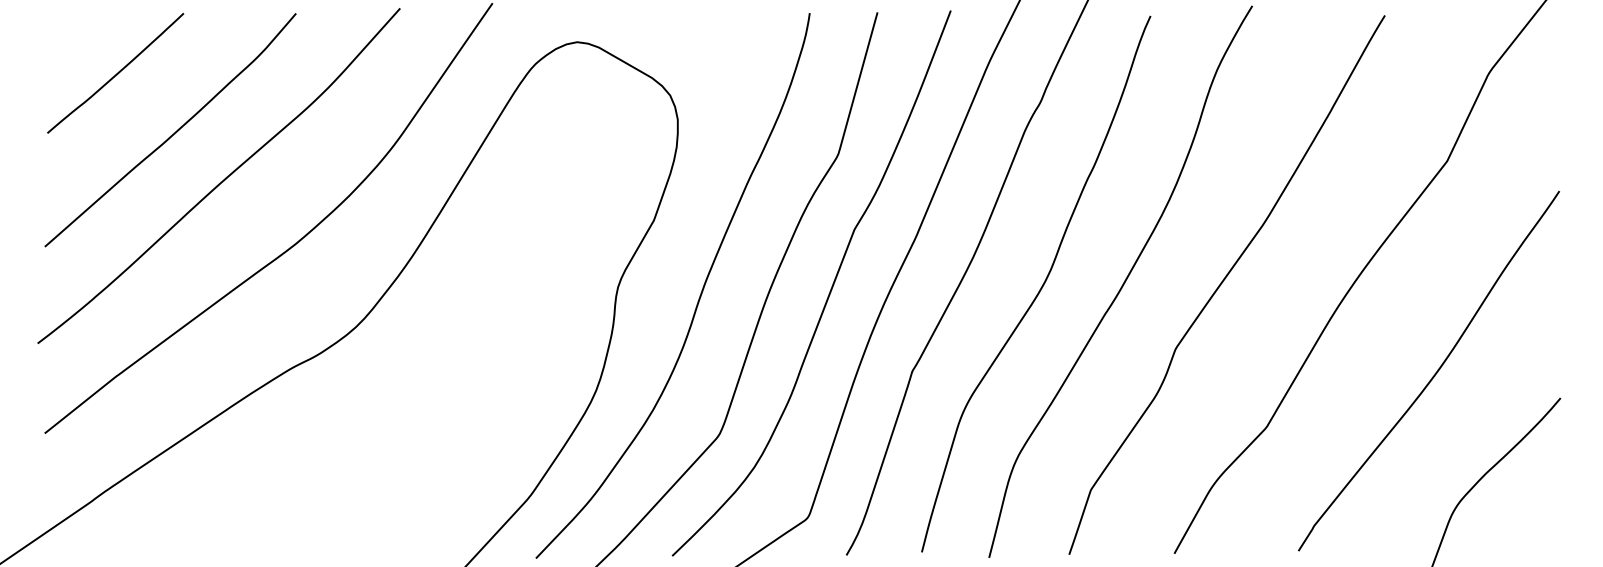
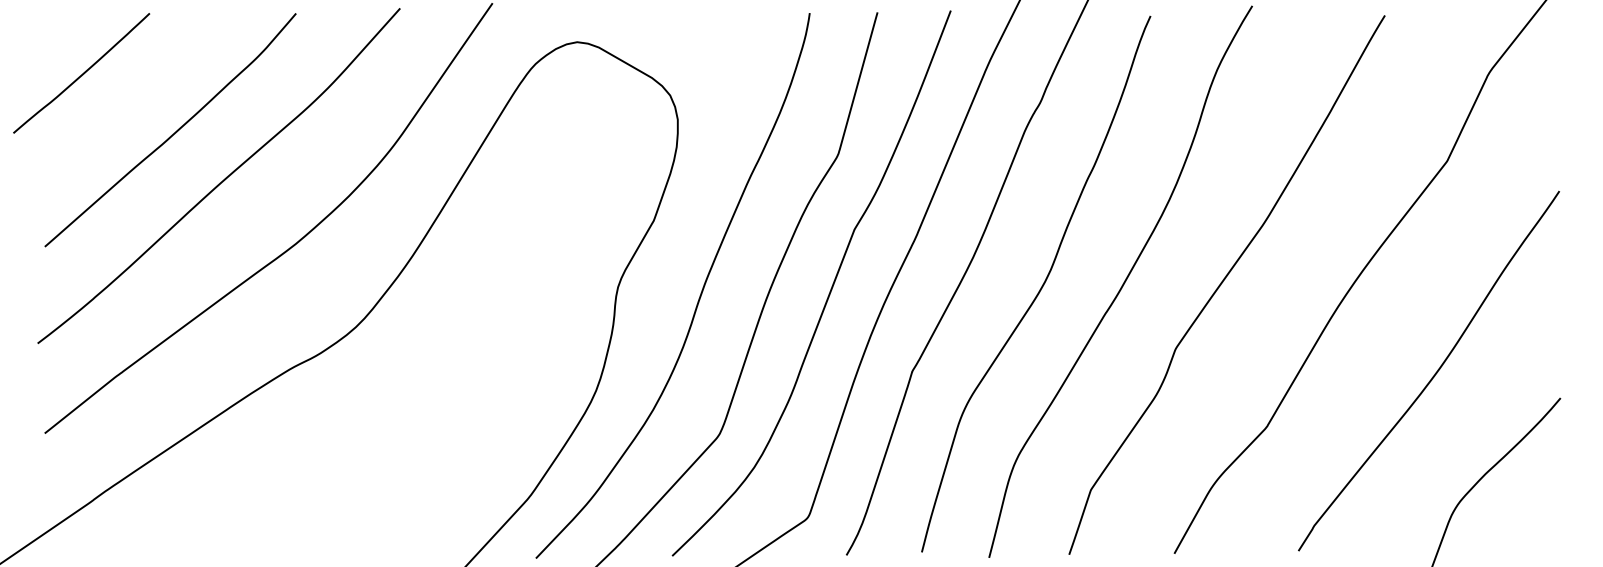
curve at (116, 73) position: (116, 73) -> (82, 73)
